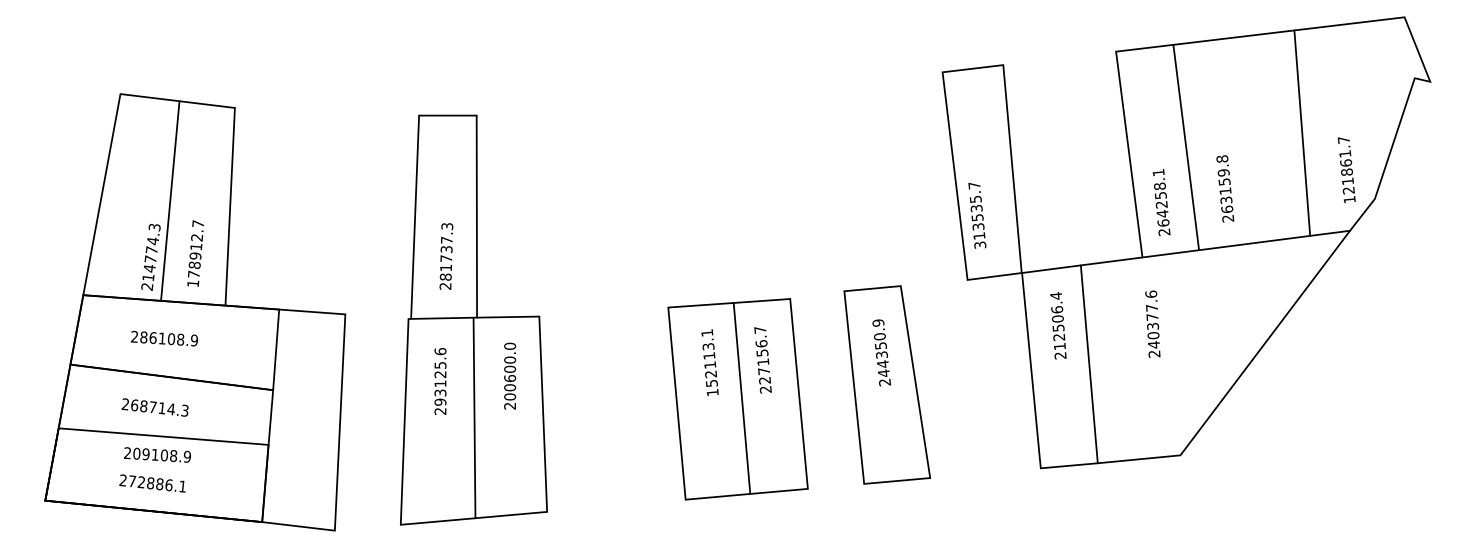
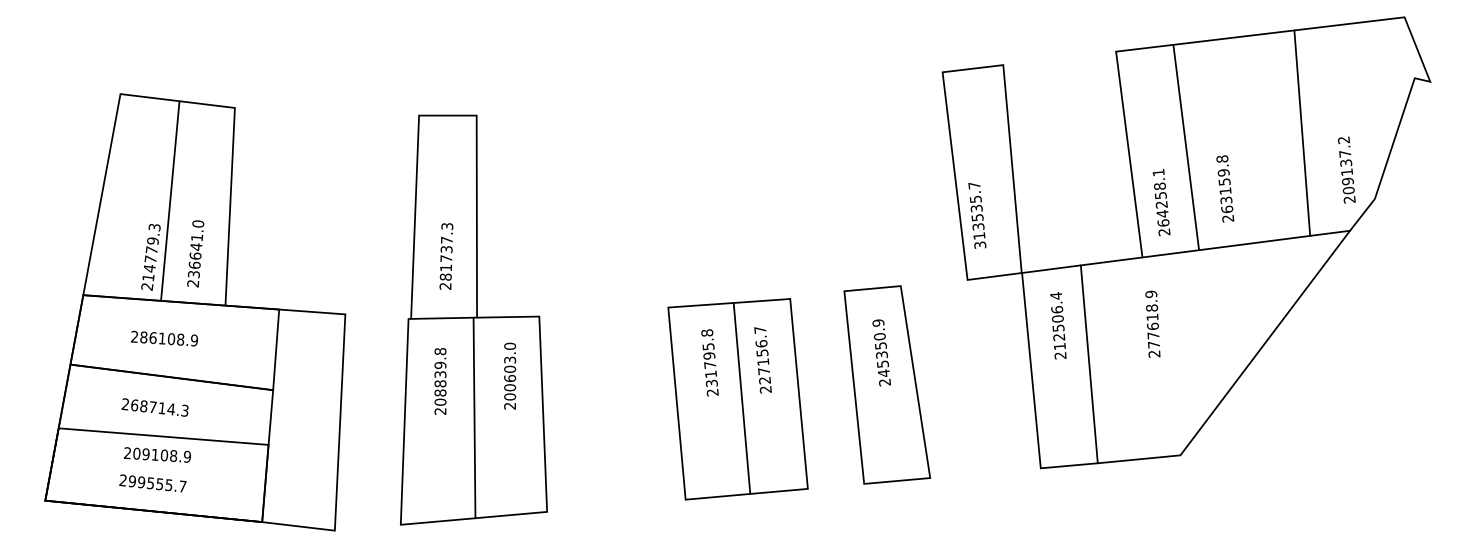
text at (1346, 169): 121861.7 -> 209137.2
text at (152, 241): 214774.3 -> 214779.3
text at (195, 253): 178912.7 -> 236641.0
text at (1152, 319): 240377.6 -> 277618.9
text at (510, 359): 200600.0 -> 200603.0
text at (709, 362): 152113.1 -> 231795.8
text at (882, 363): 244350.9 -> 245350.9
text at (440, 376): 293125.6 -> 208839.8
text at (157, 483): 272886.1 -> 299555.7
